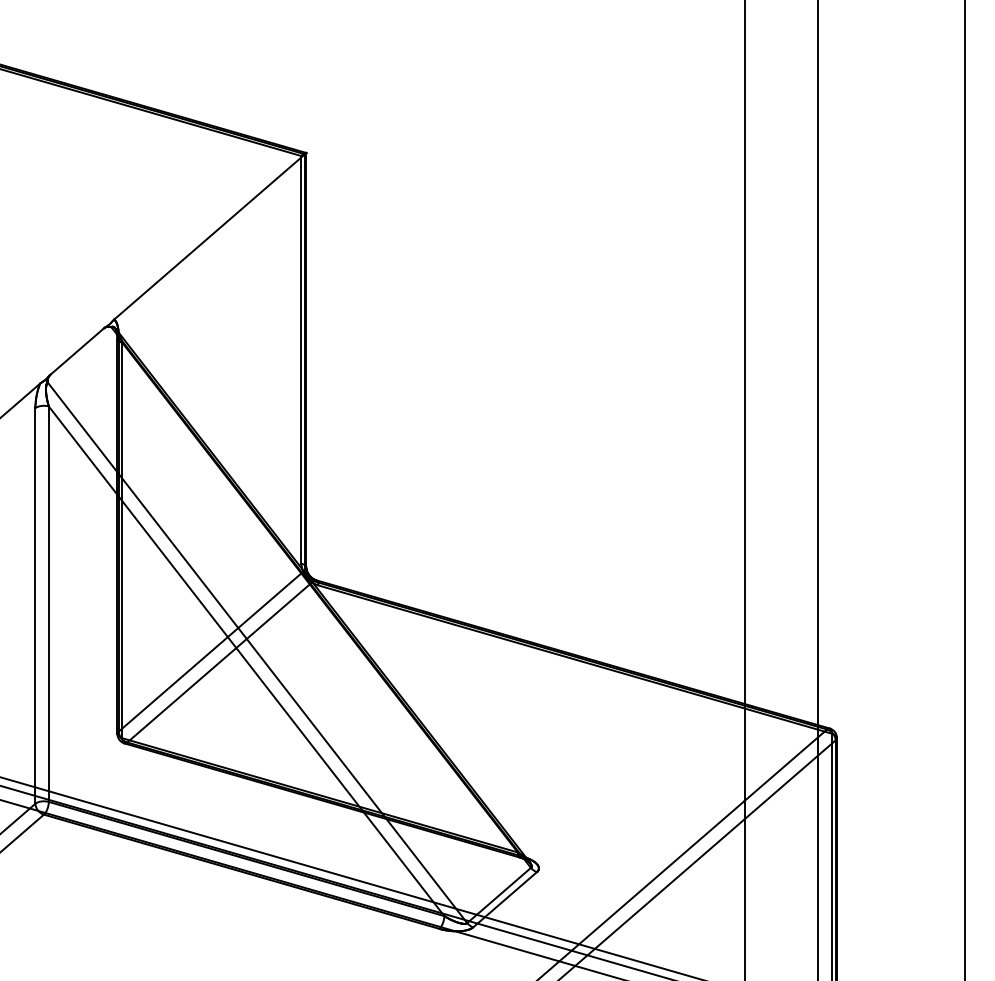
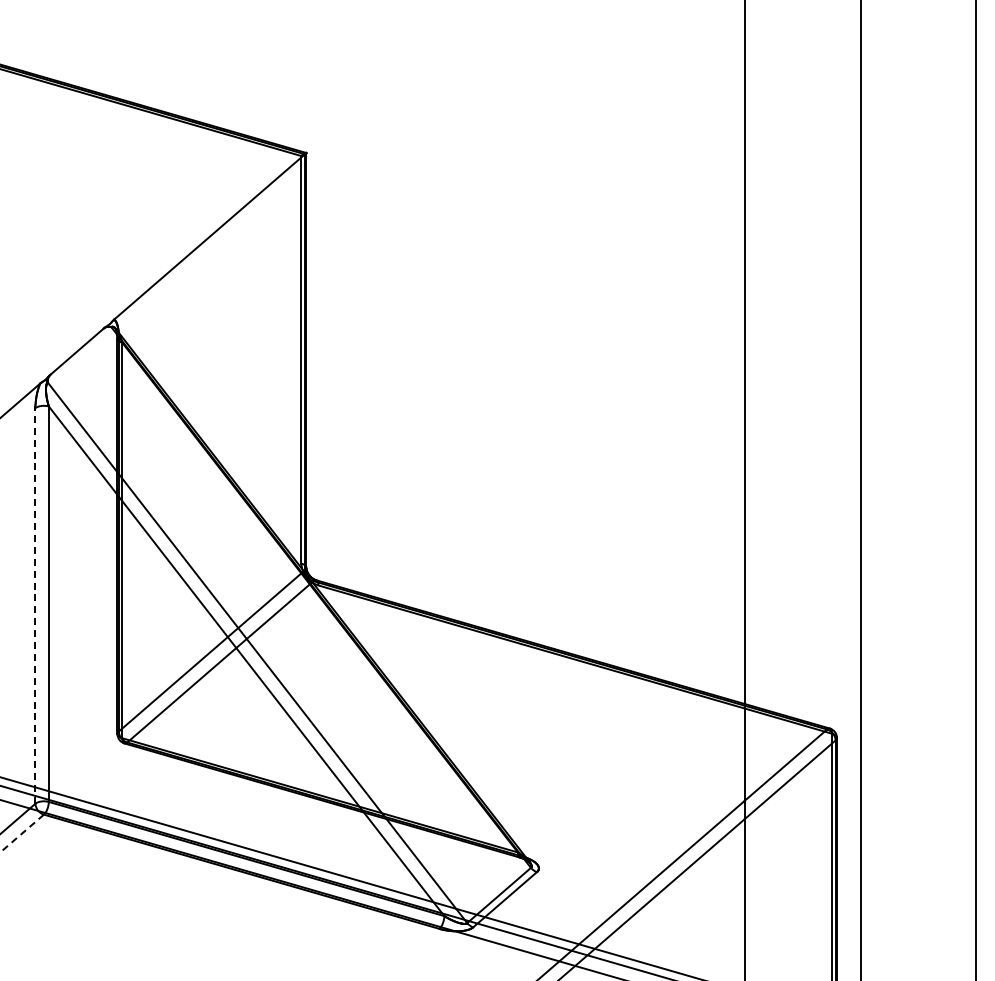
line at (818, 489) position: (818, 489) -> (861, 489)
line at (965, 489) position: (965, 489) -> (976, 489)
line at (35, 605): solid -> dashed
line at (22, 833): solid -> dashed
